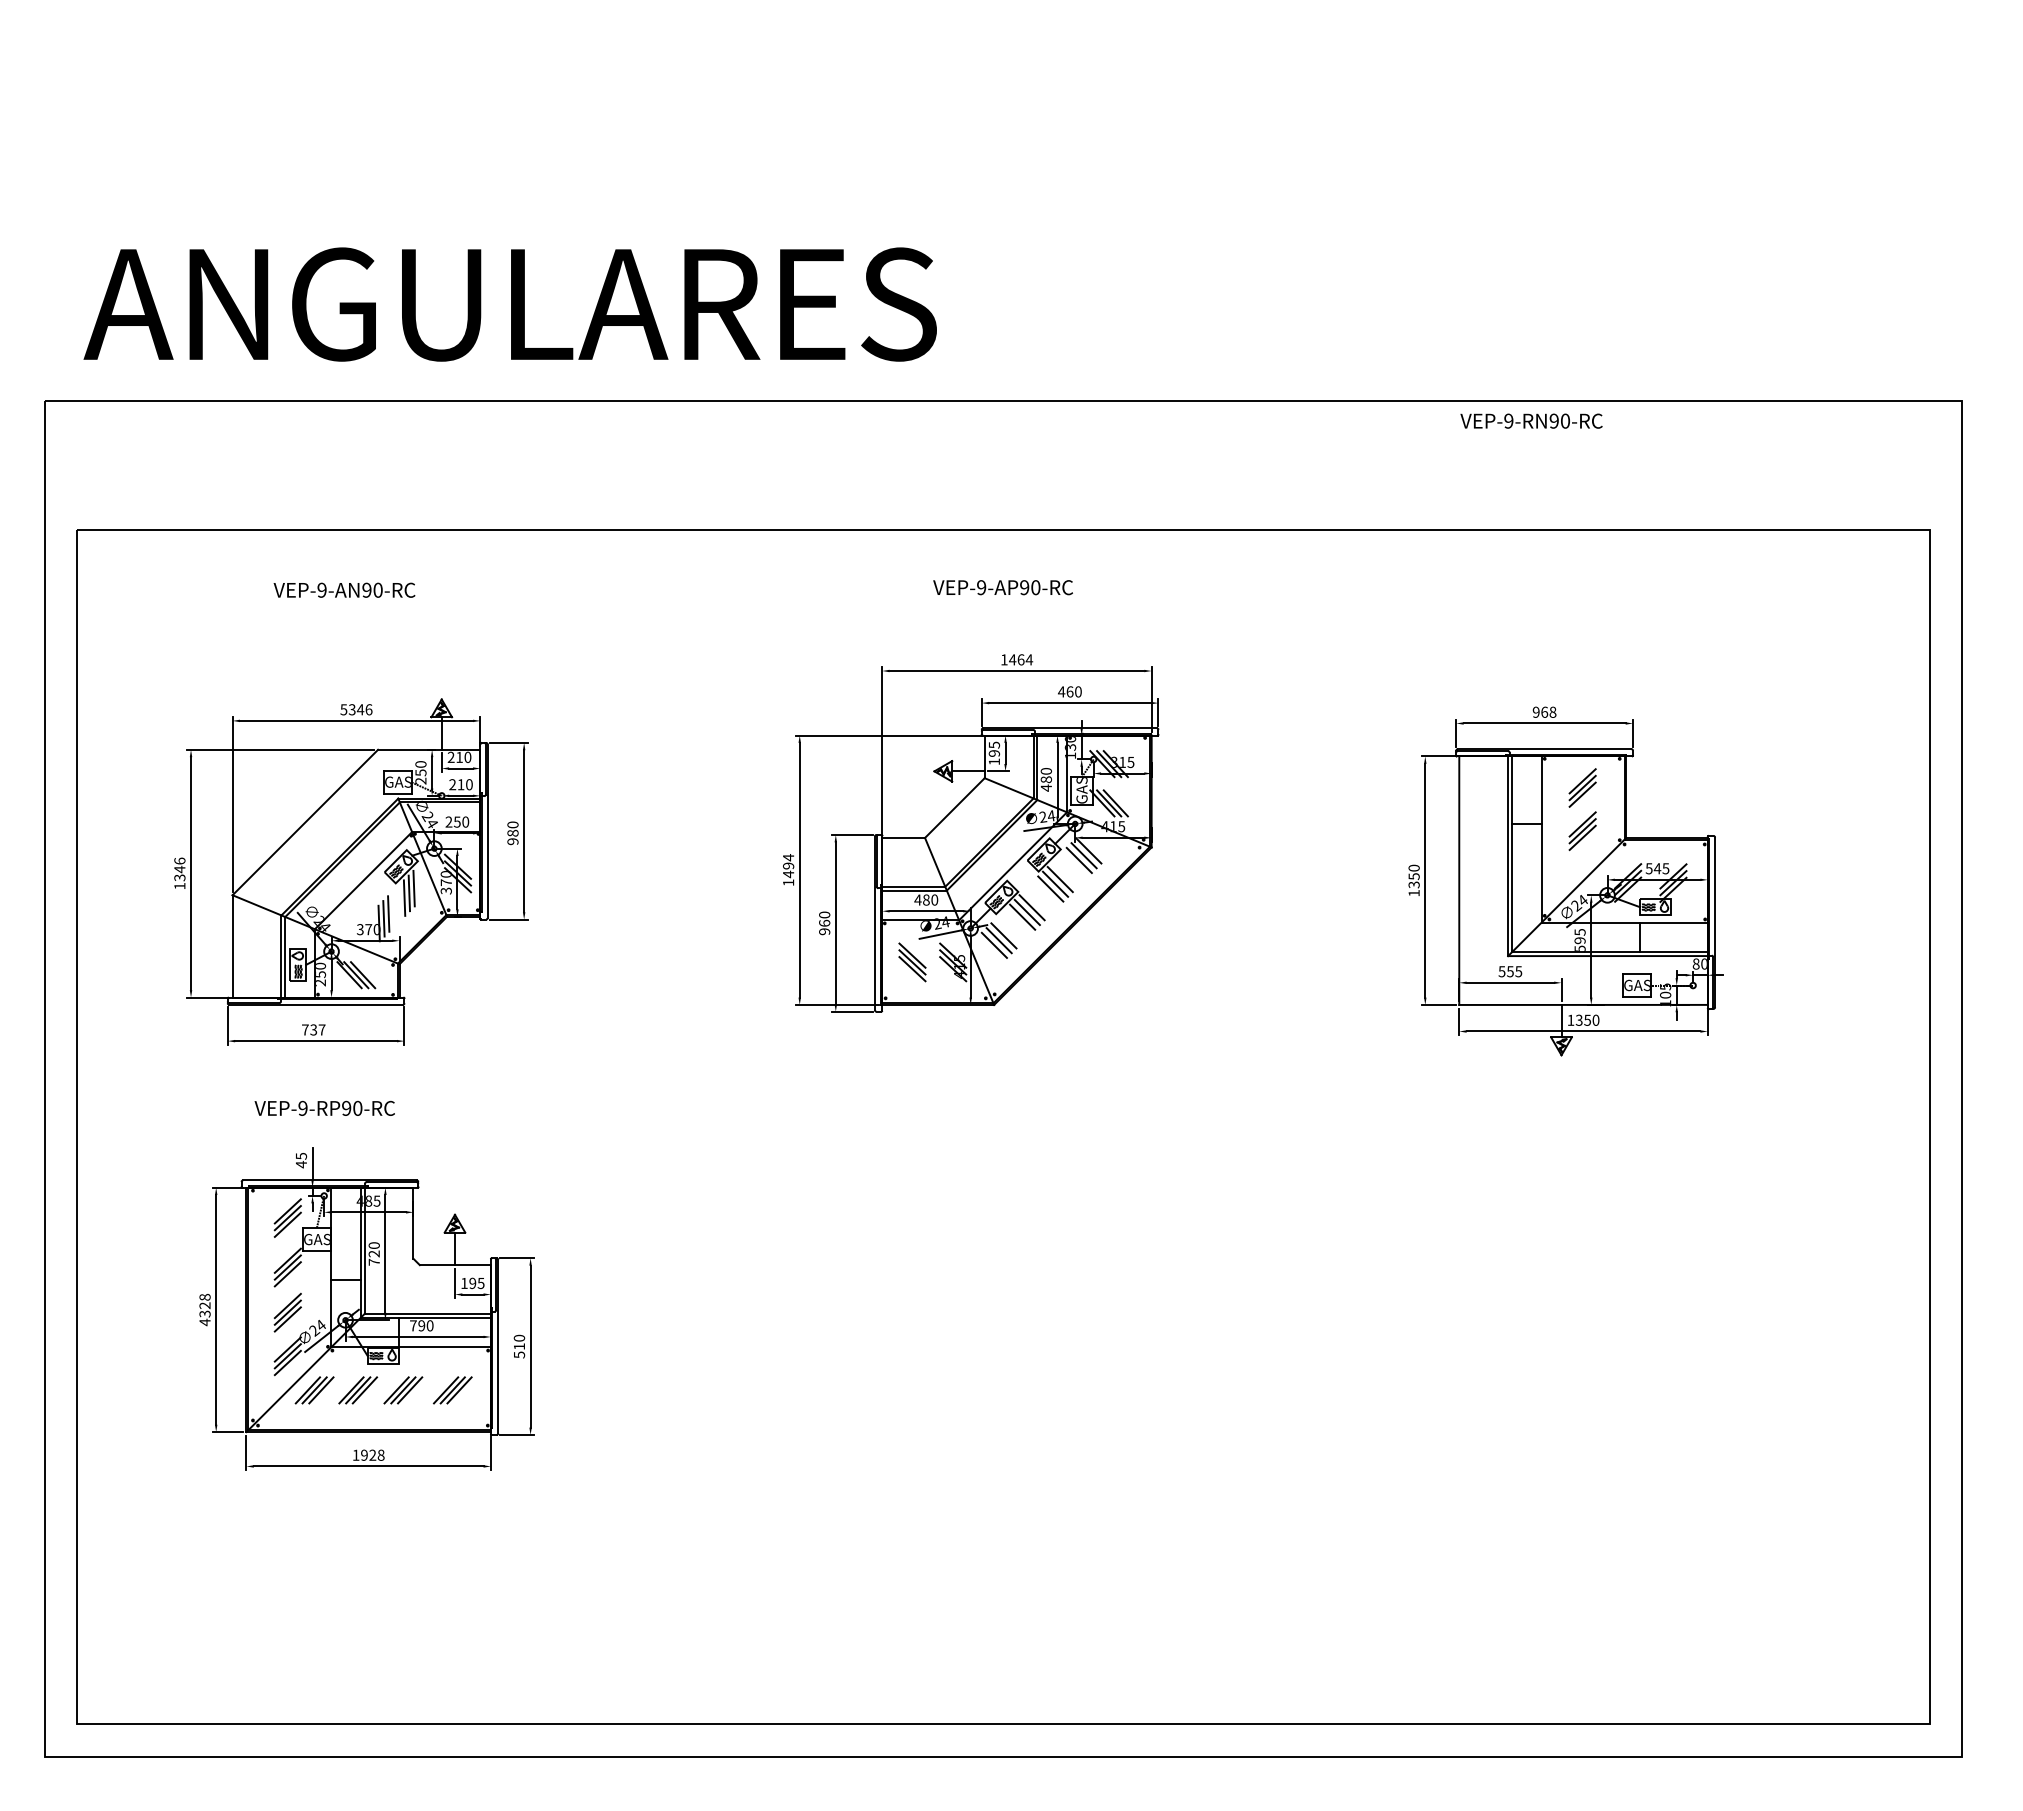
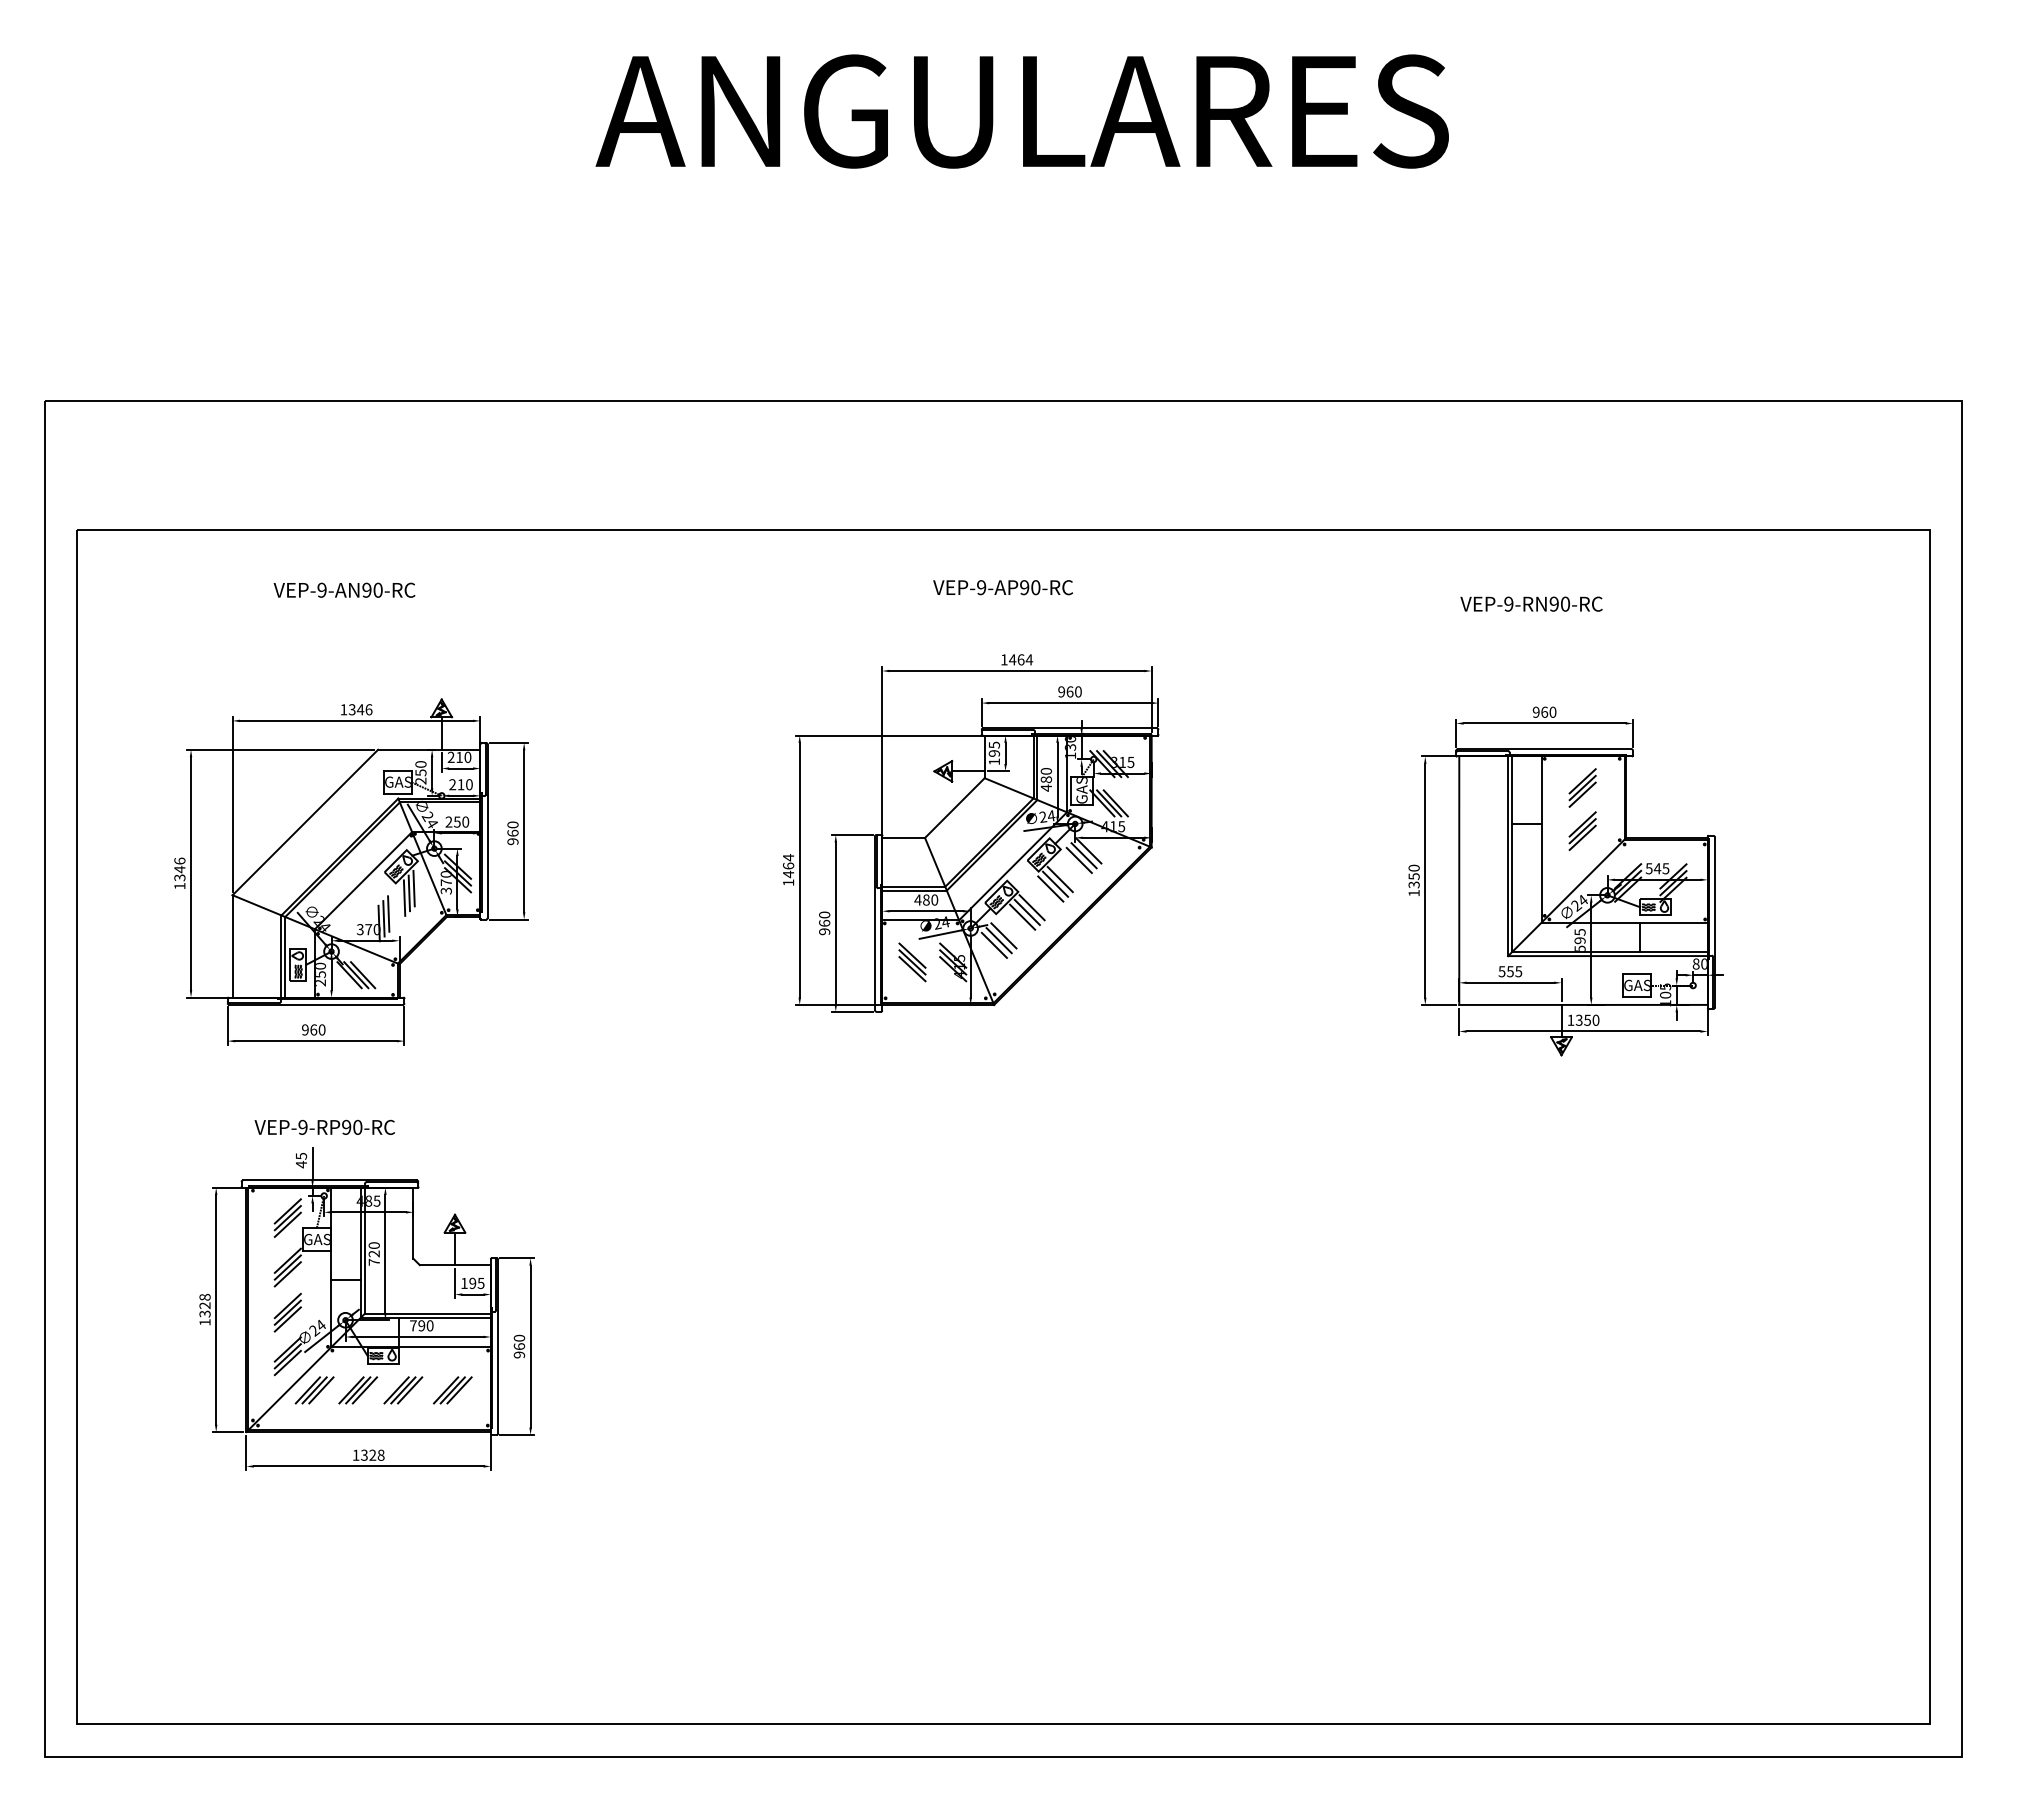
text at (509, 304) position: (509, 304) -> (1021, 111)
text at (1531, 420) position: (1531, 420) -> (1531, 603)
text at (1061, 691): 460 -> 960
text at (343, 709): 5346 -> 1346
text at (1552, 712): 968 -> 960
text at (512, 832): 980 -> 960
text at (788, 865): 1494 -> 1464
text at (313, 1029): 737 -> 960
text at (324, 1107) position: (324, 1107) -> (324, 1126)
text at (204, 1322): 4328 -> 1328
text at (519, 1350): 510 -> 960
text at (364, 1454): 1928 -> 1328
